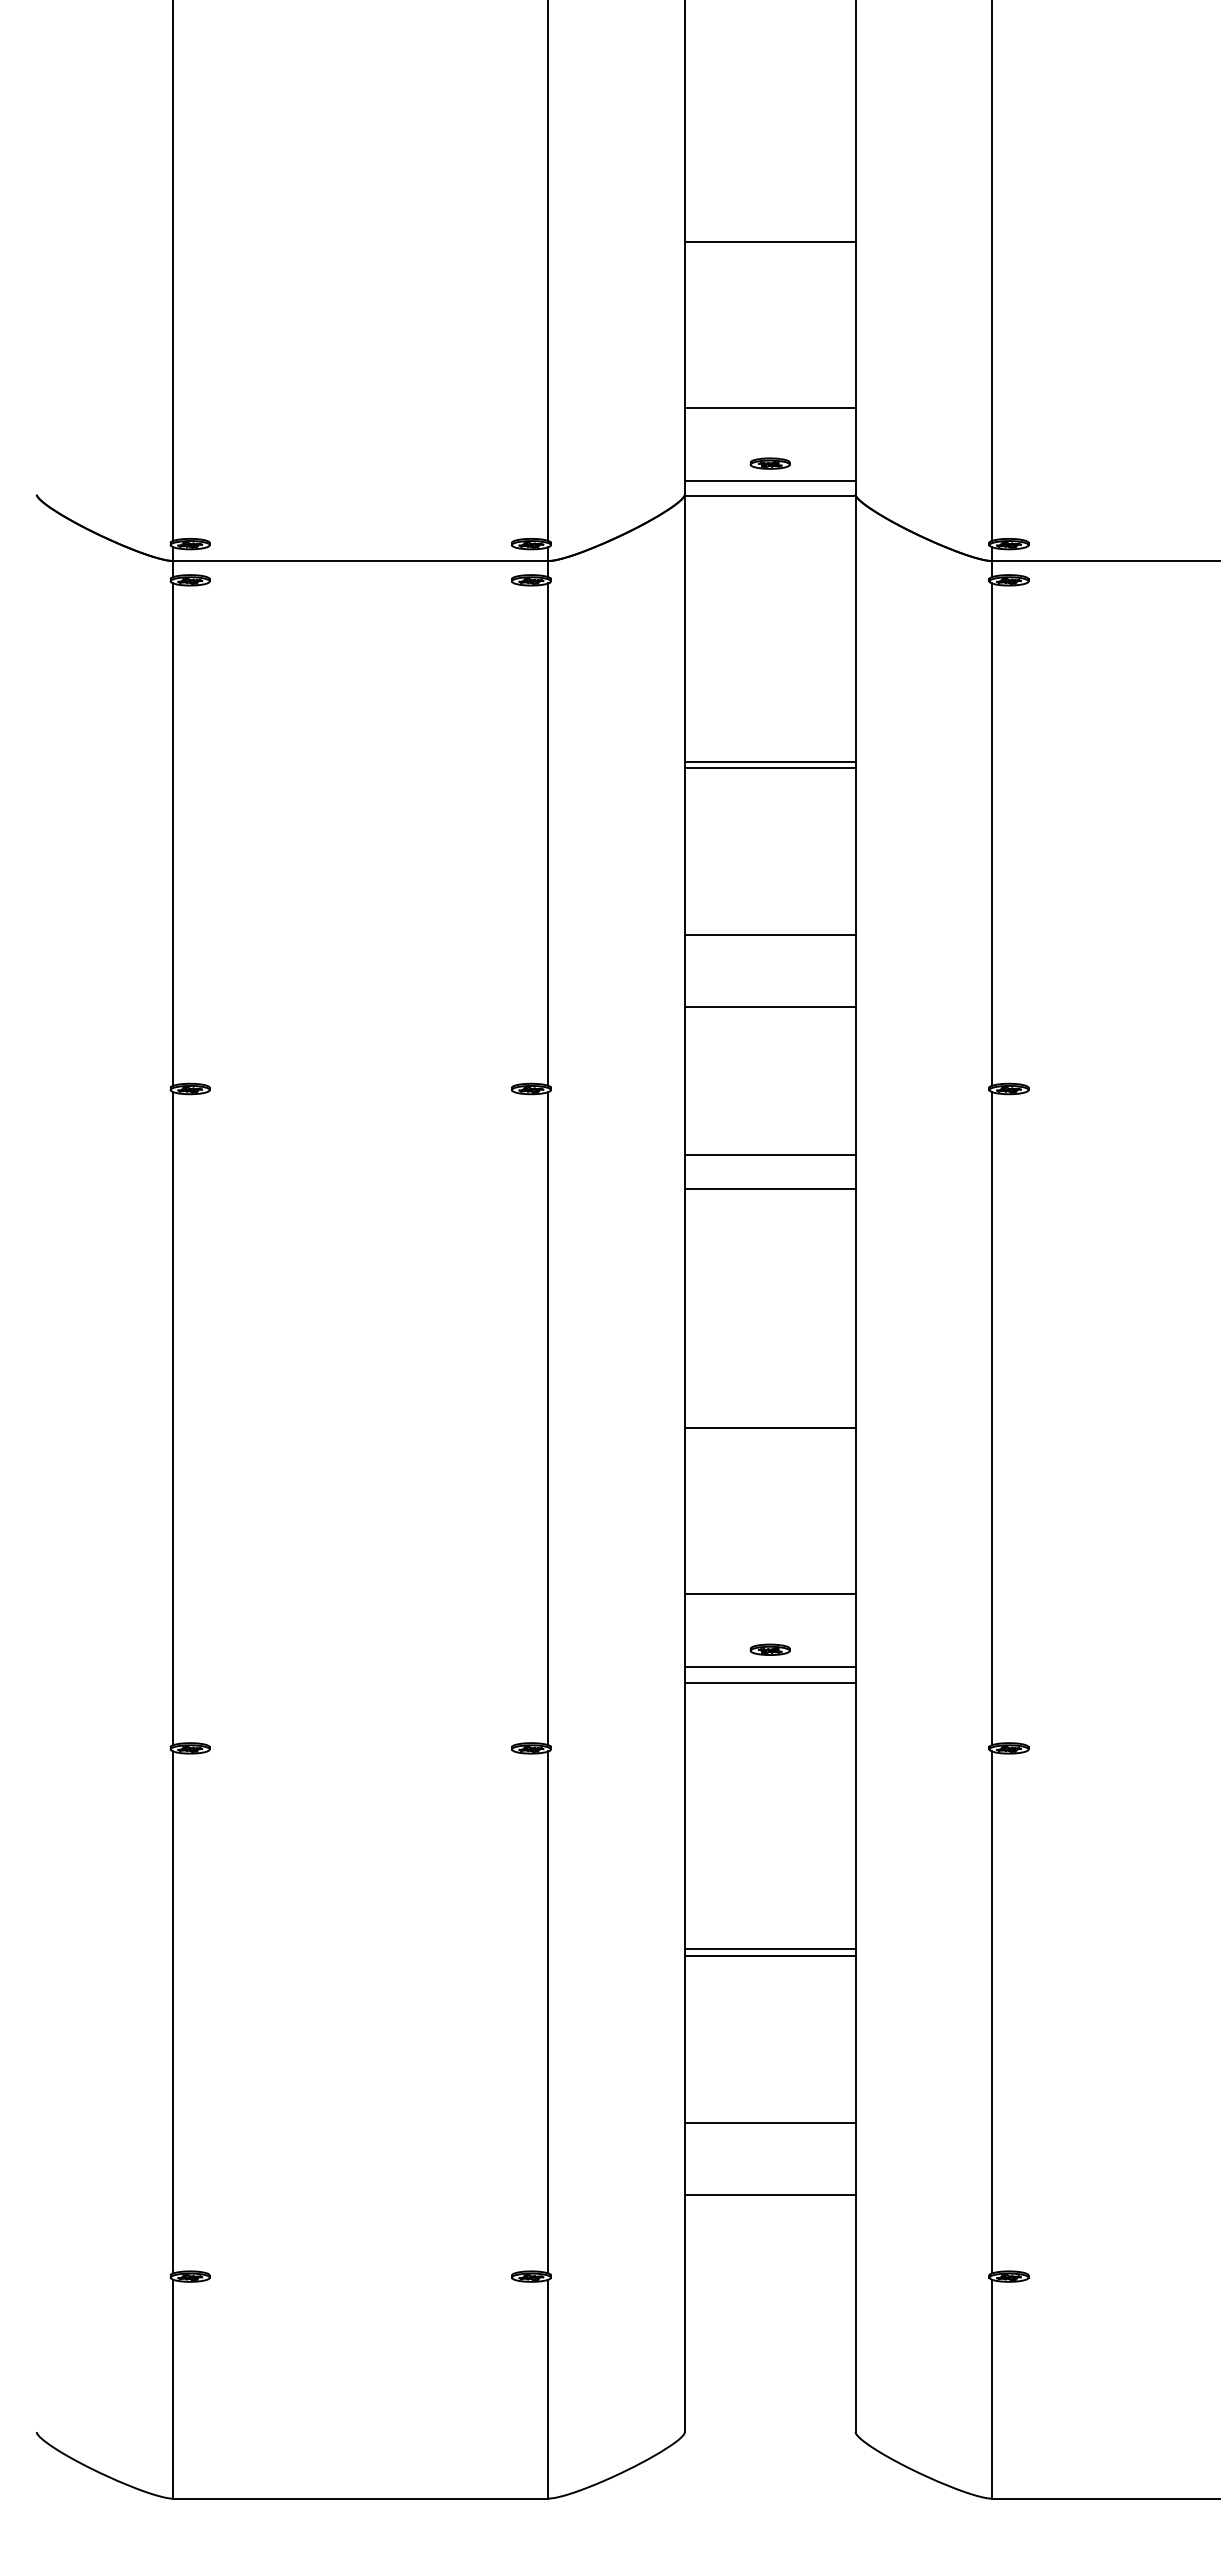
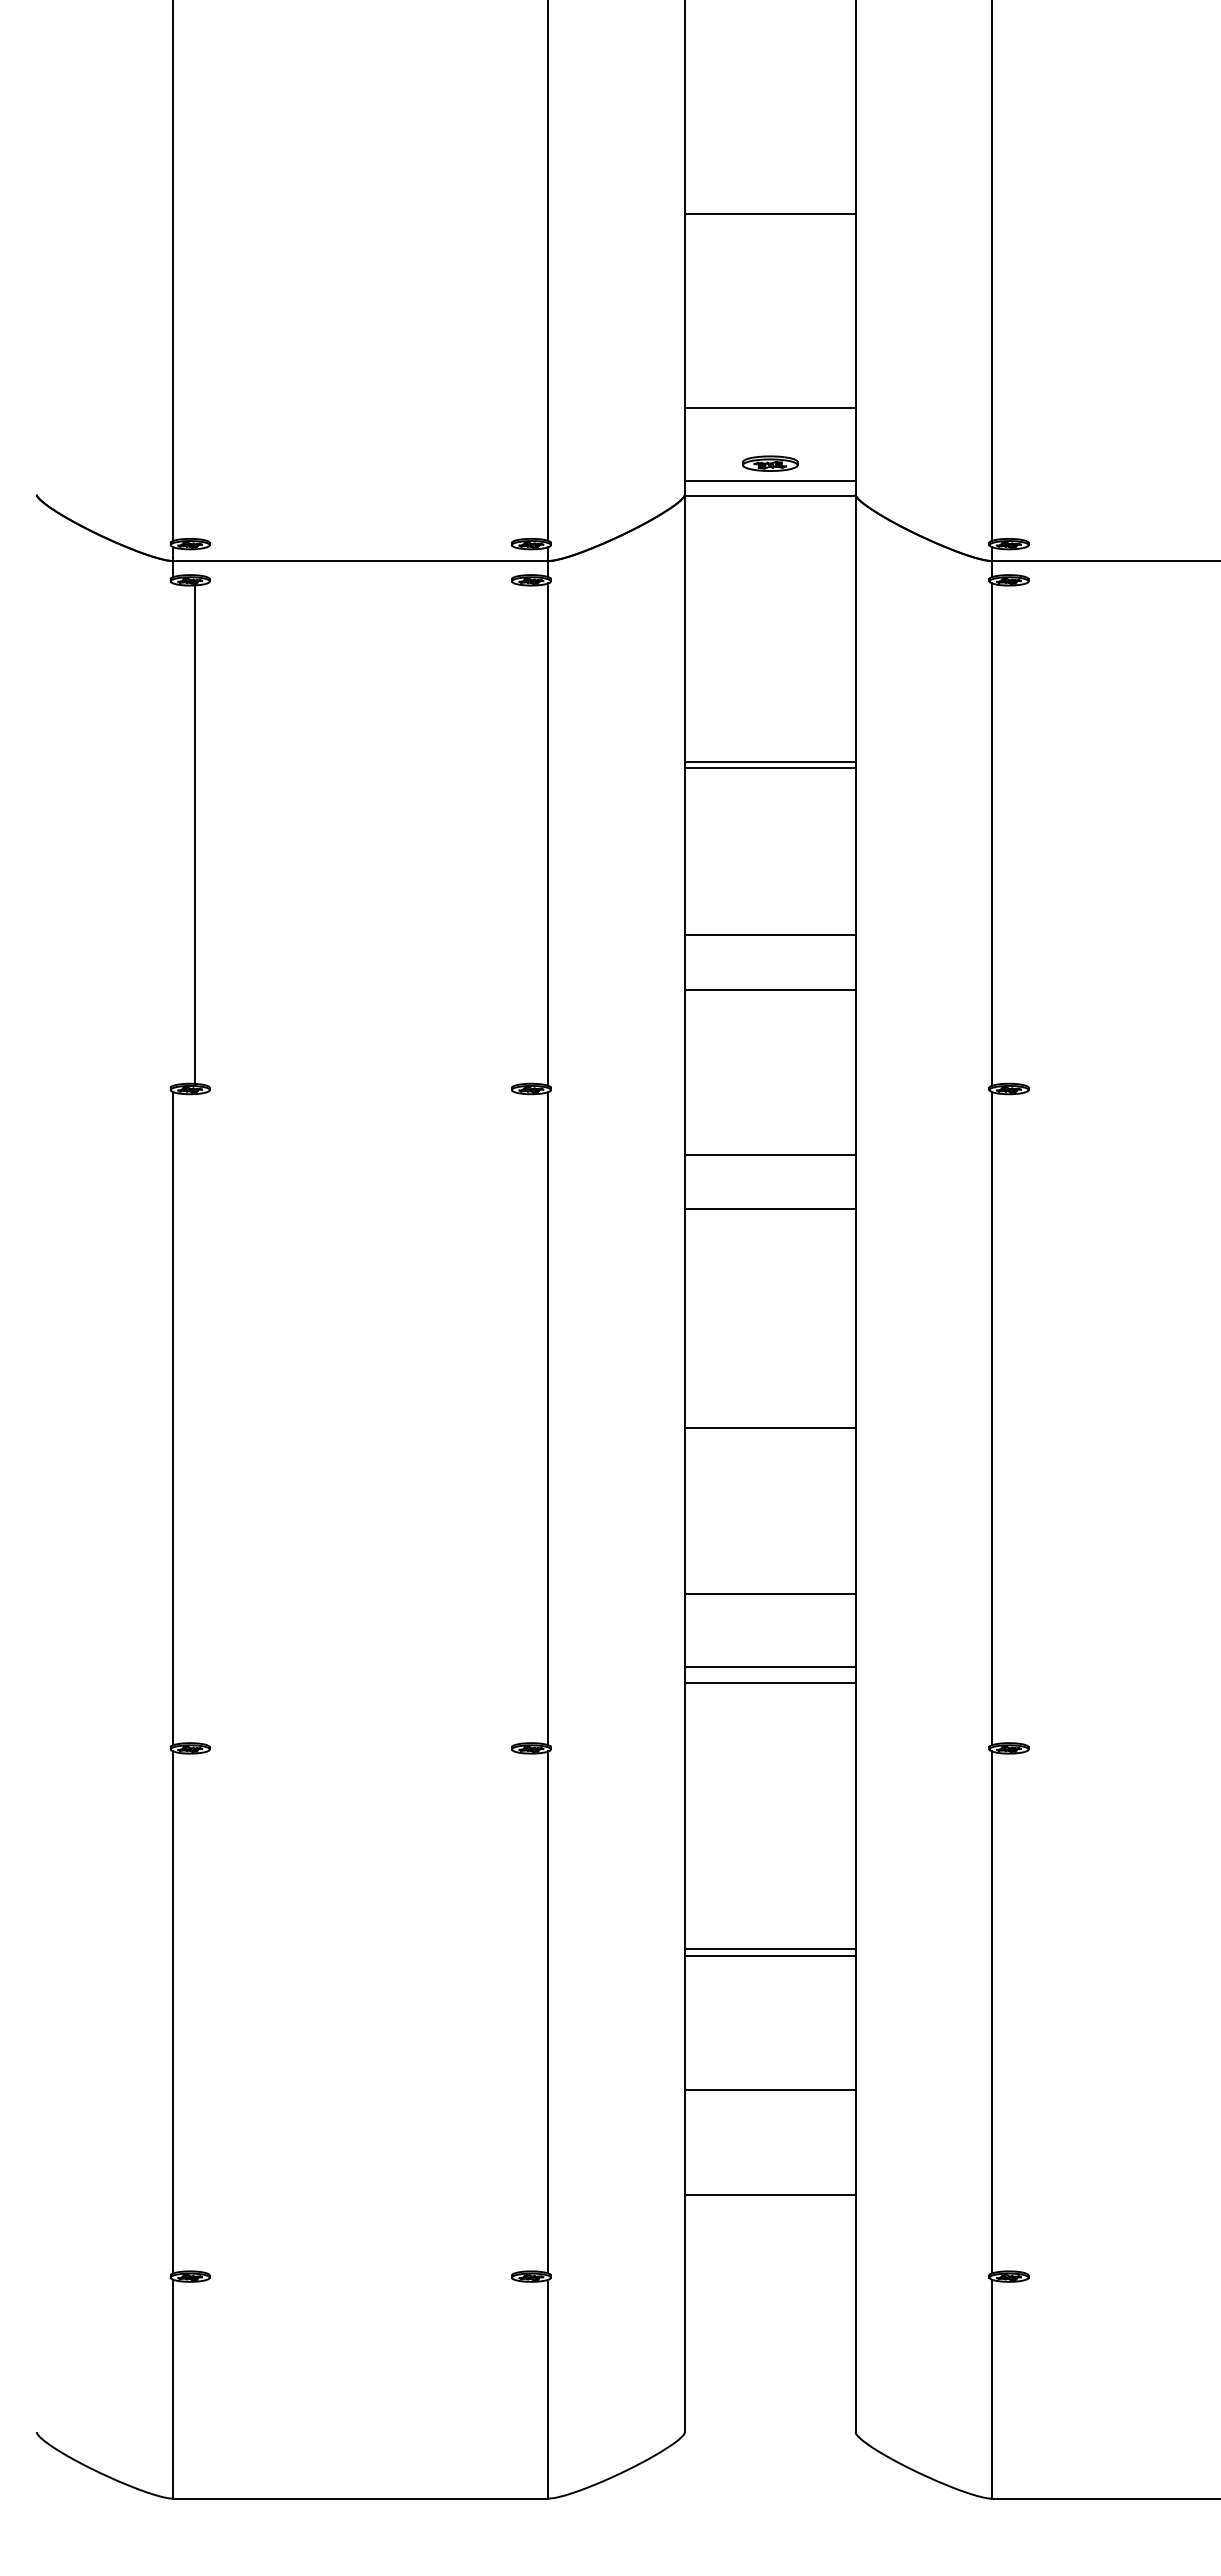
line at (769, 241) position: (769, 241) -> (769, 213)
part at (769, 463) size: 42x13 px -> 57x17 px
line at (173, 834) position: (173, 834) -> (195, 834)
line at (769, 1007) position: (769, 1007) -> (769, 990)
line at (769, 1189) position: (769, 1189) -> (769, 1209)
part at (769, 1649): present -> none
line at (769, 2122) position: (769, 2122) -> (769, 2089)
